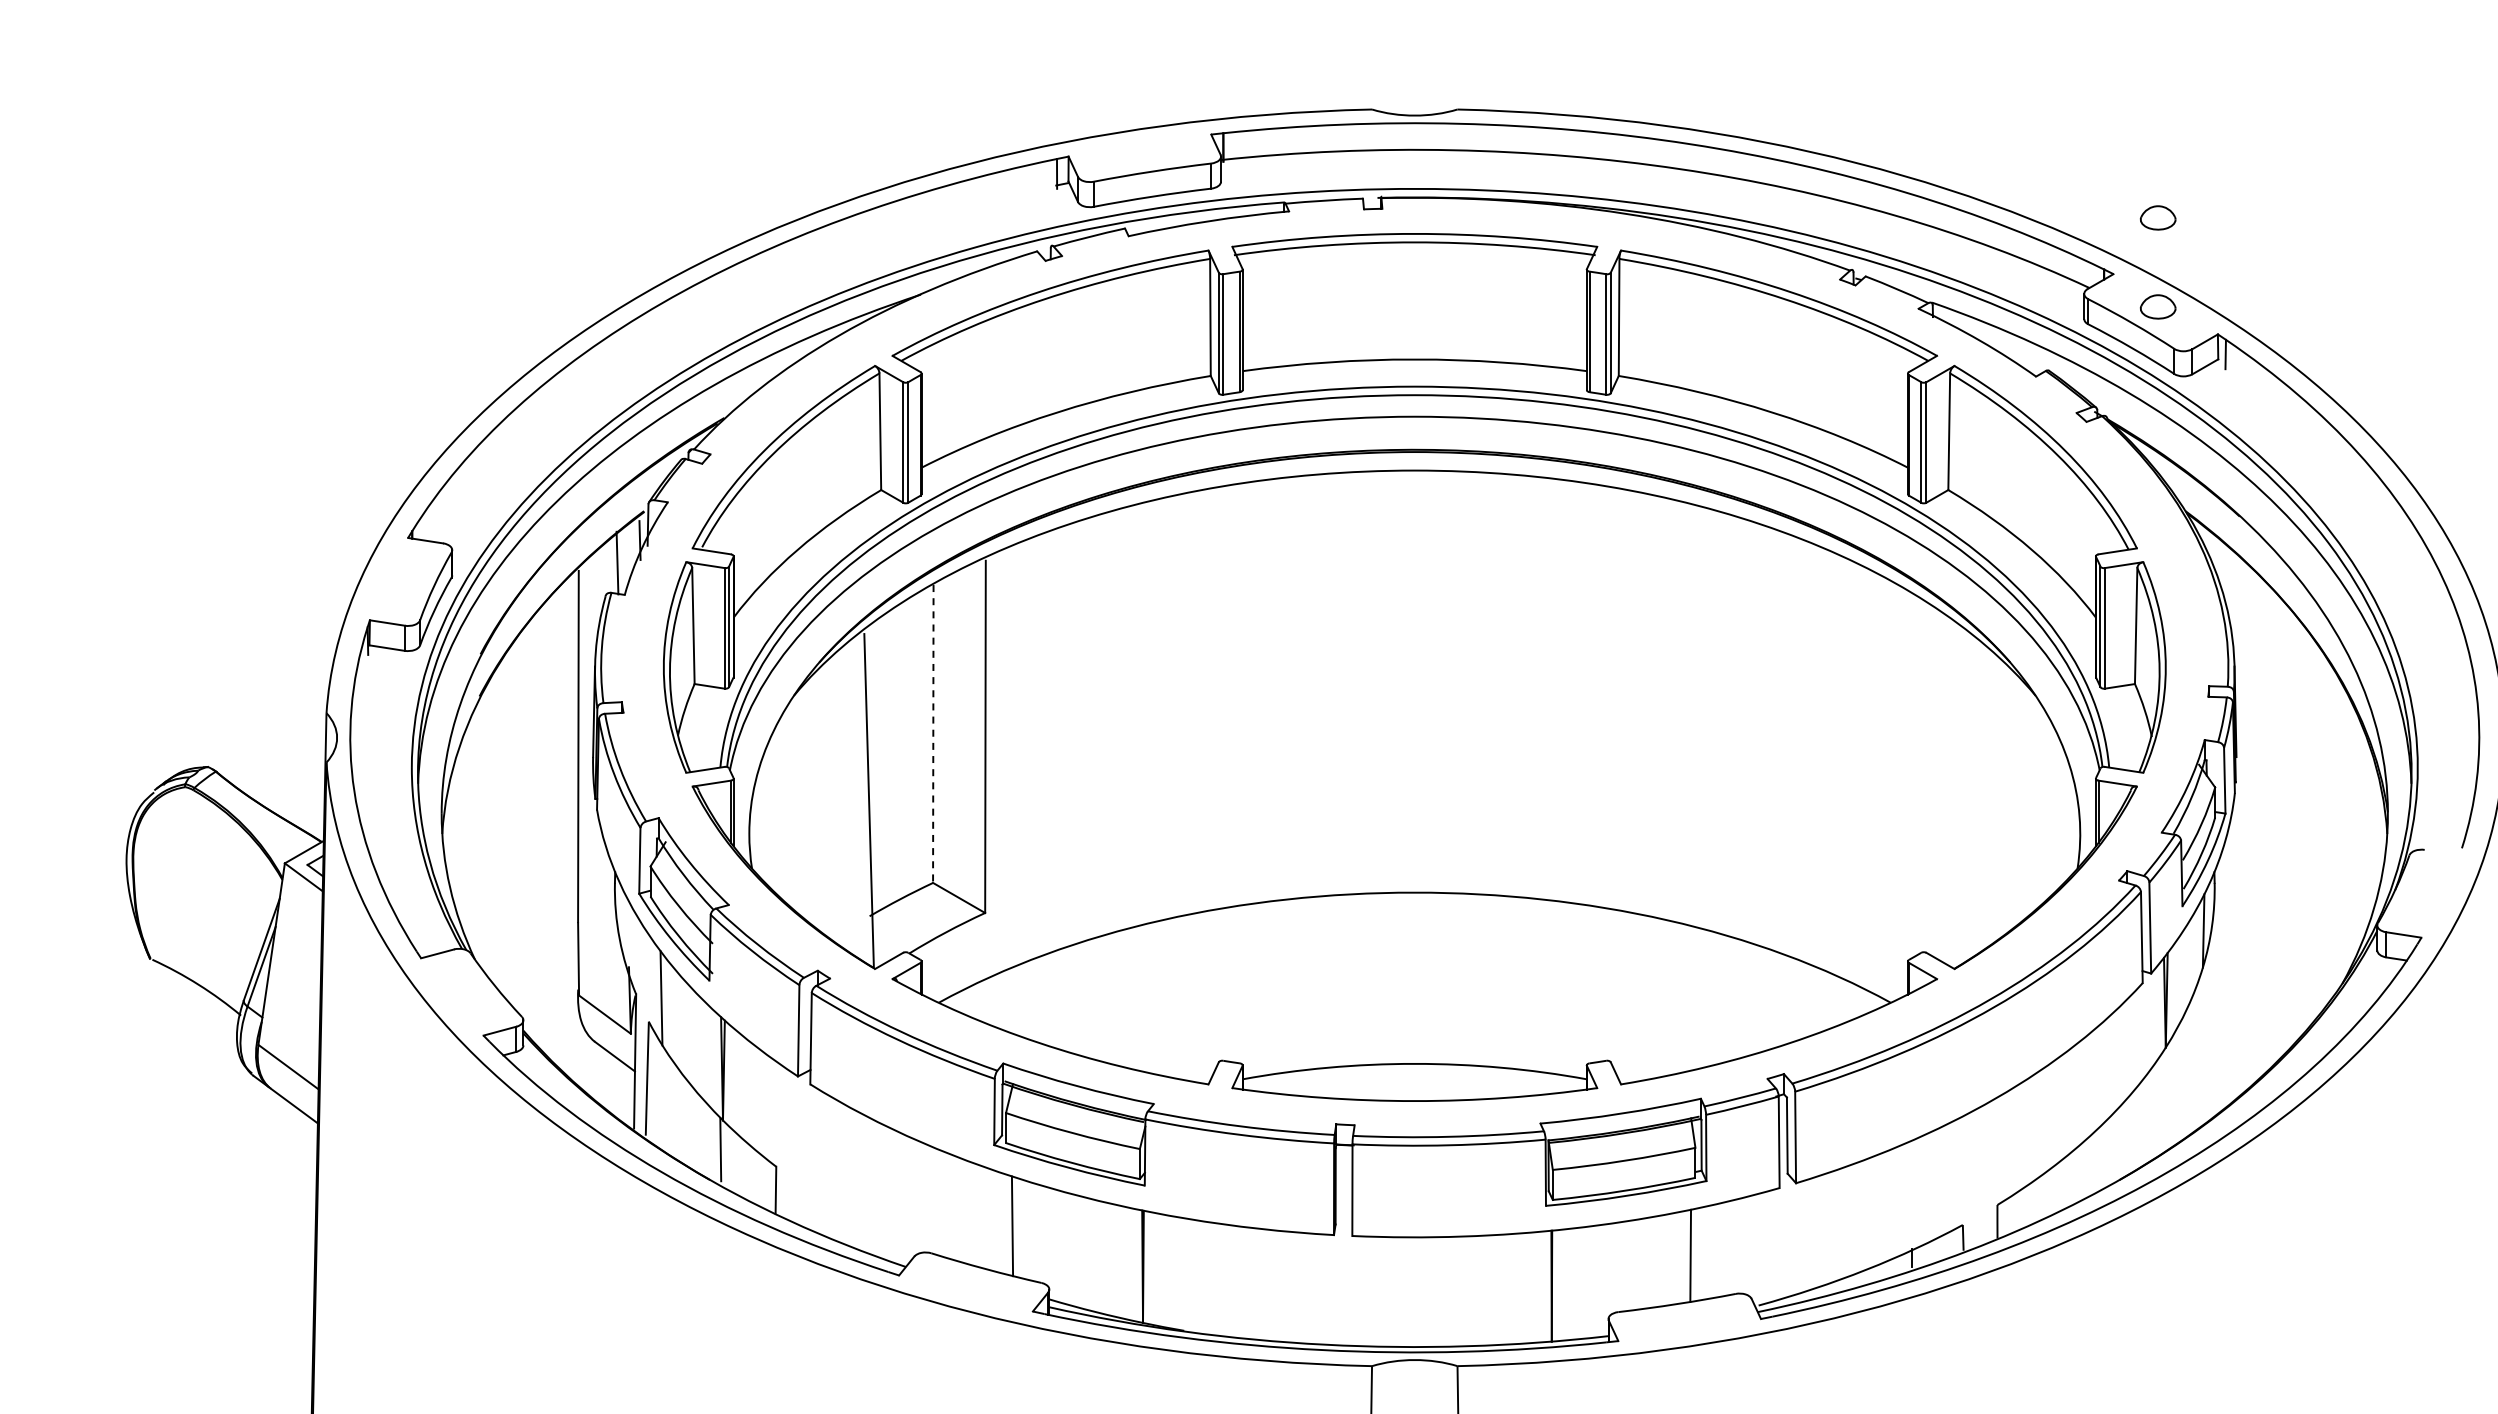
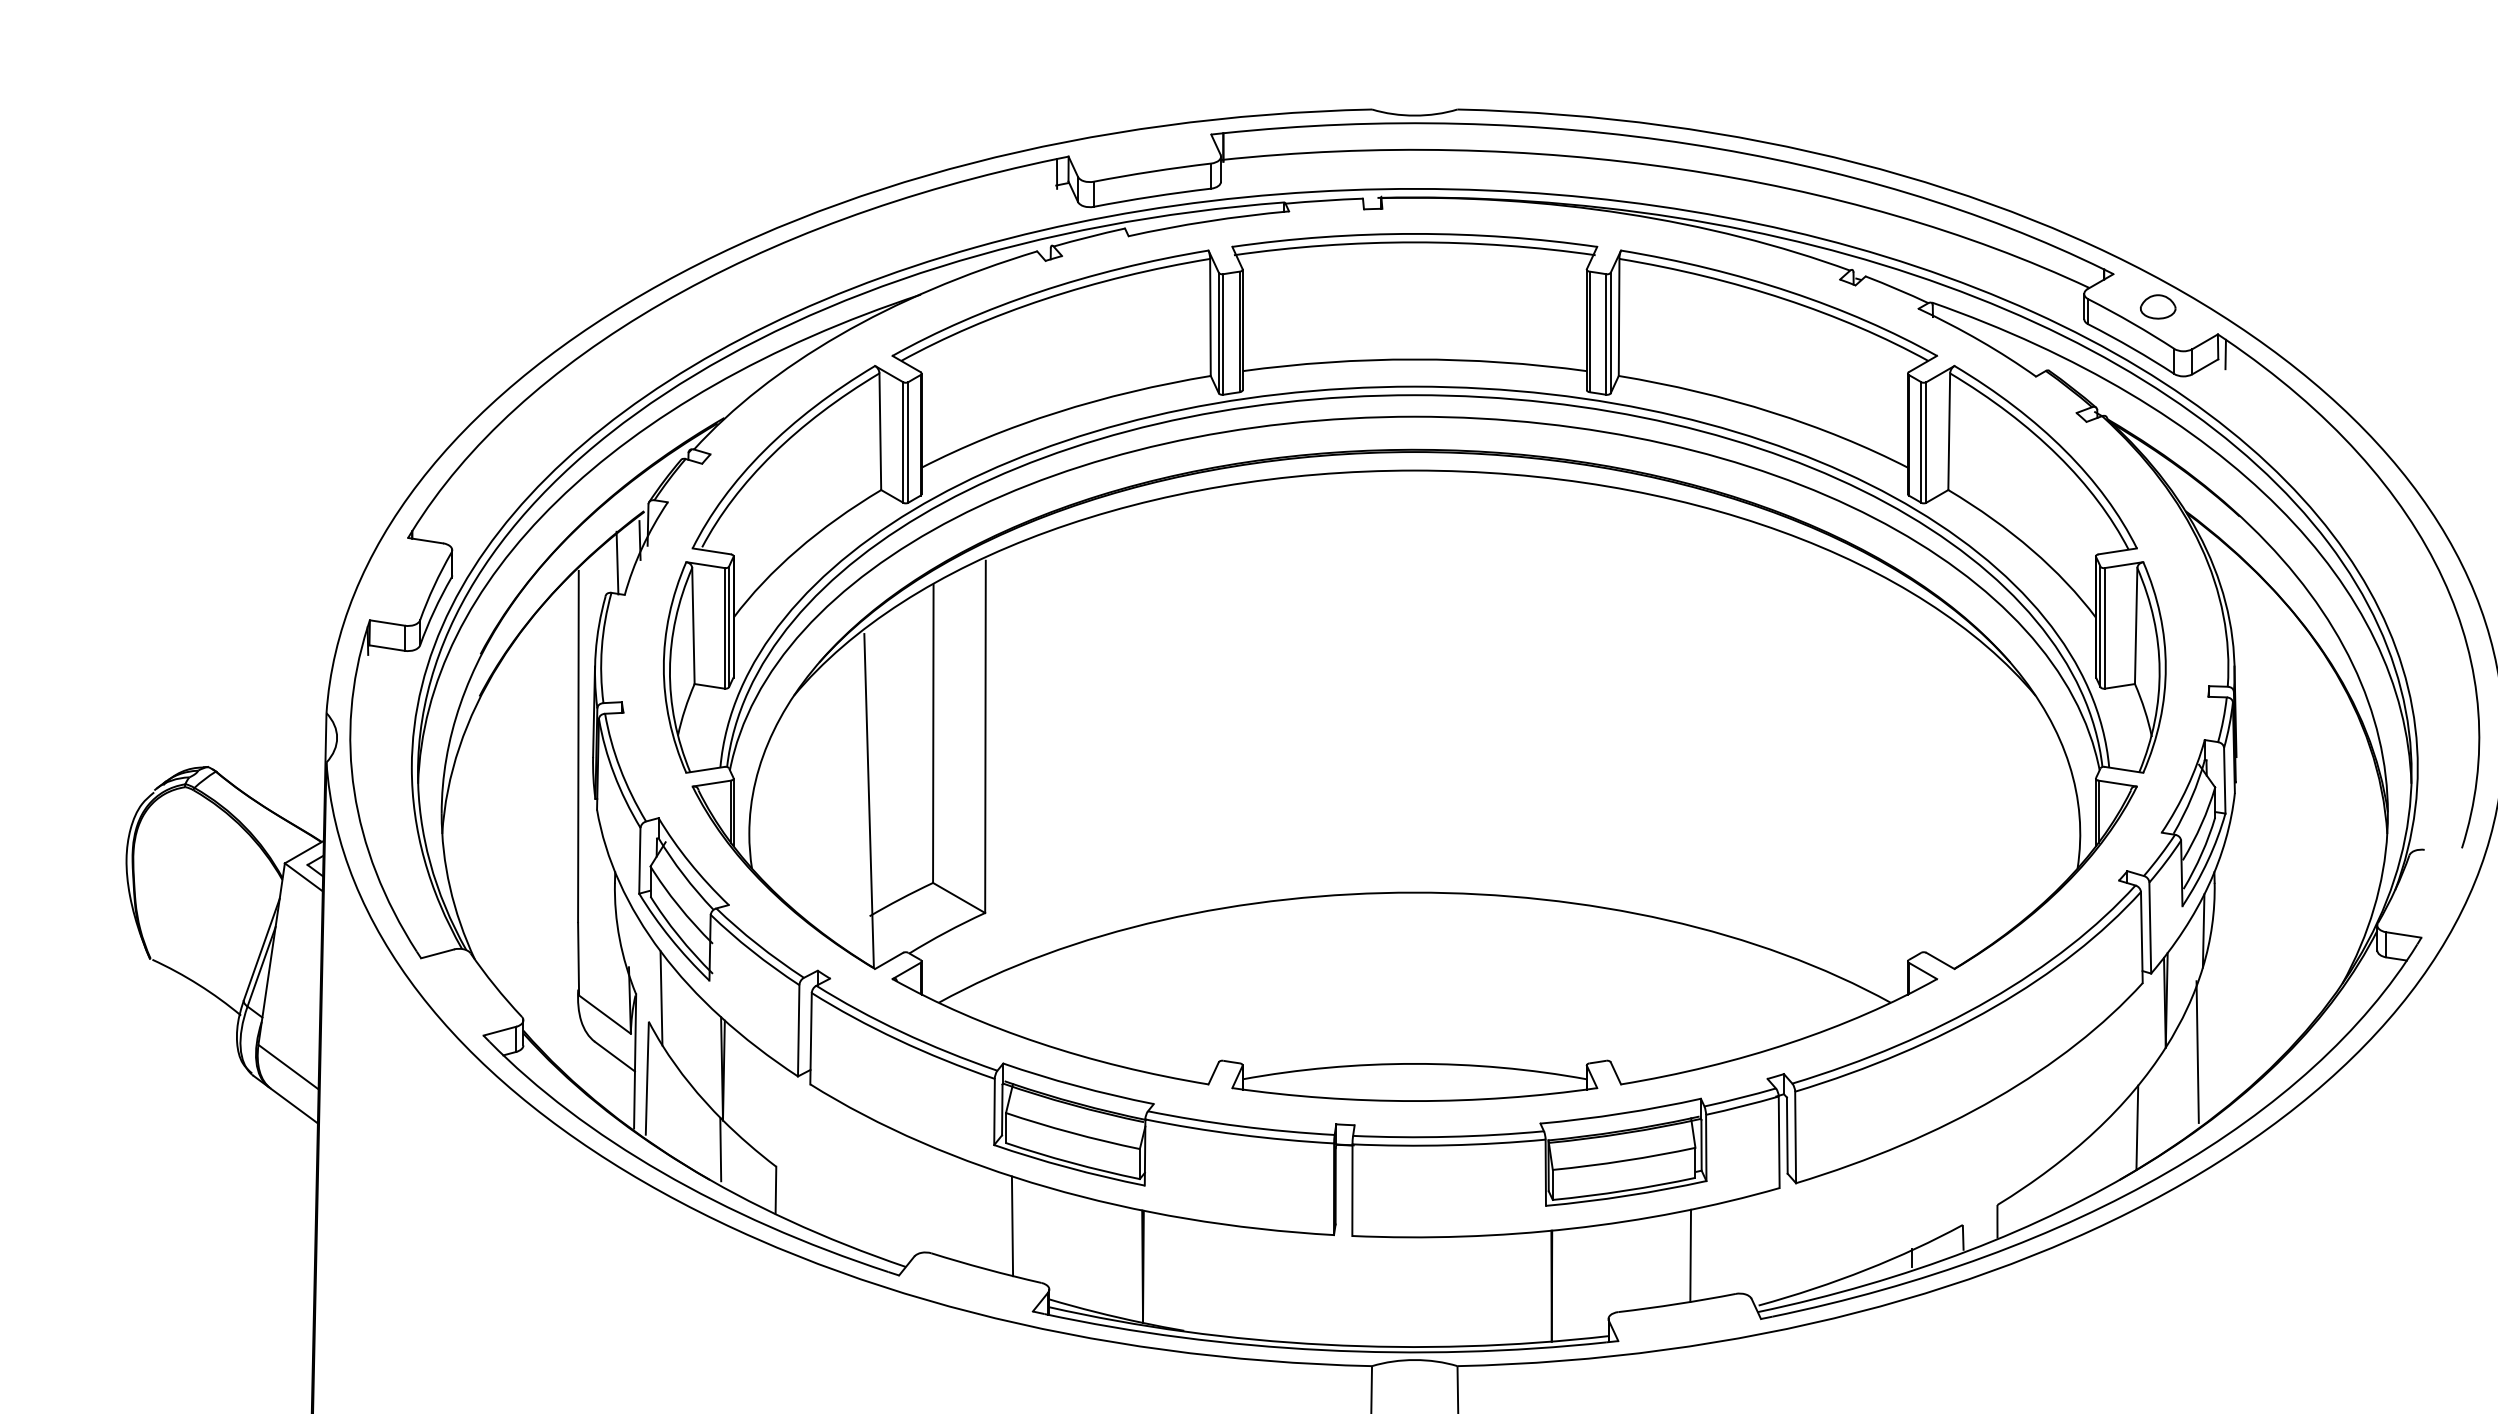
part at (2157, 217): present -> none
line at (933, 733): dashed -> solid
line at (2197, 1051): none -> present
line at (2137, 1127): none -> present
